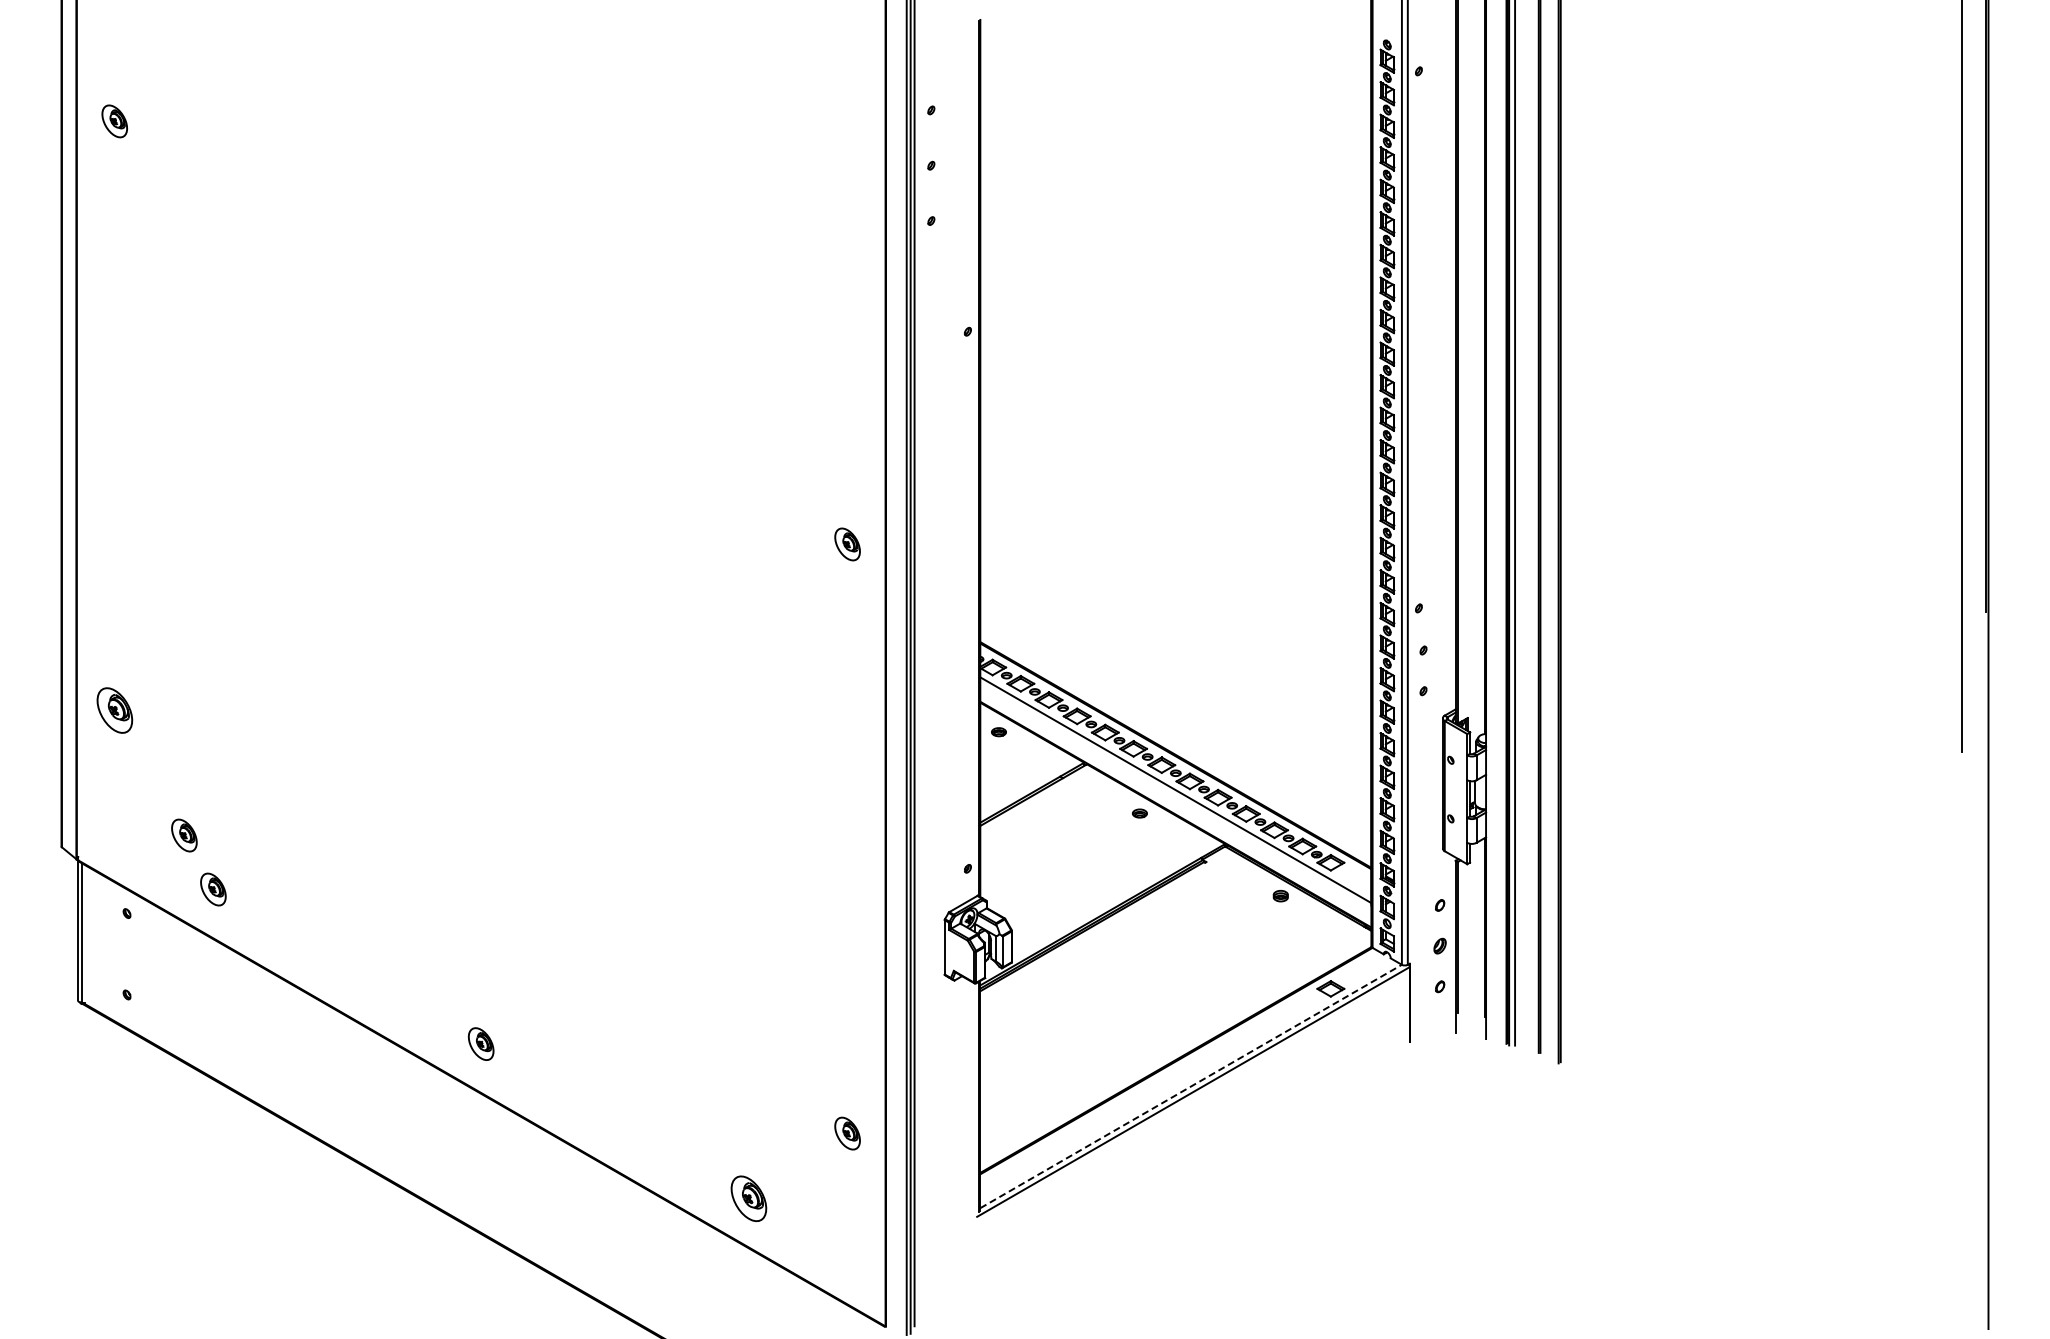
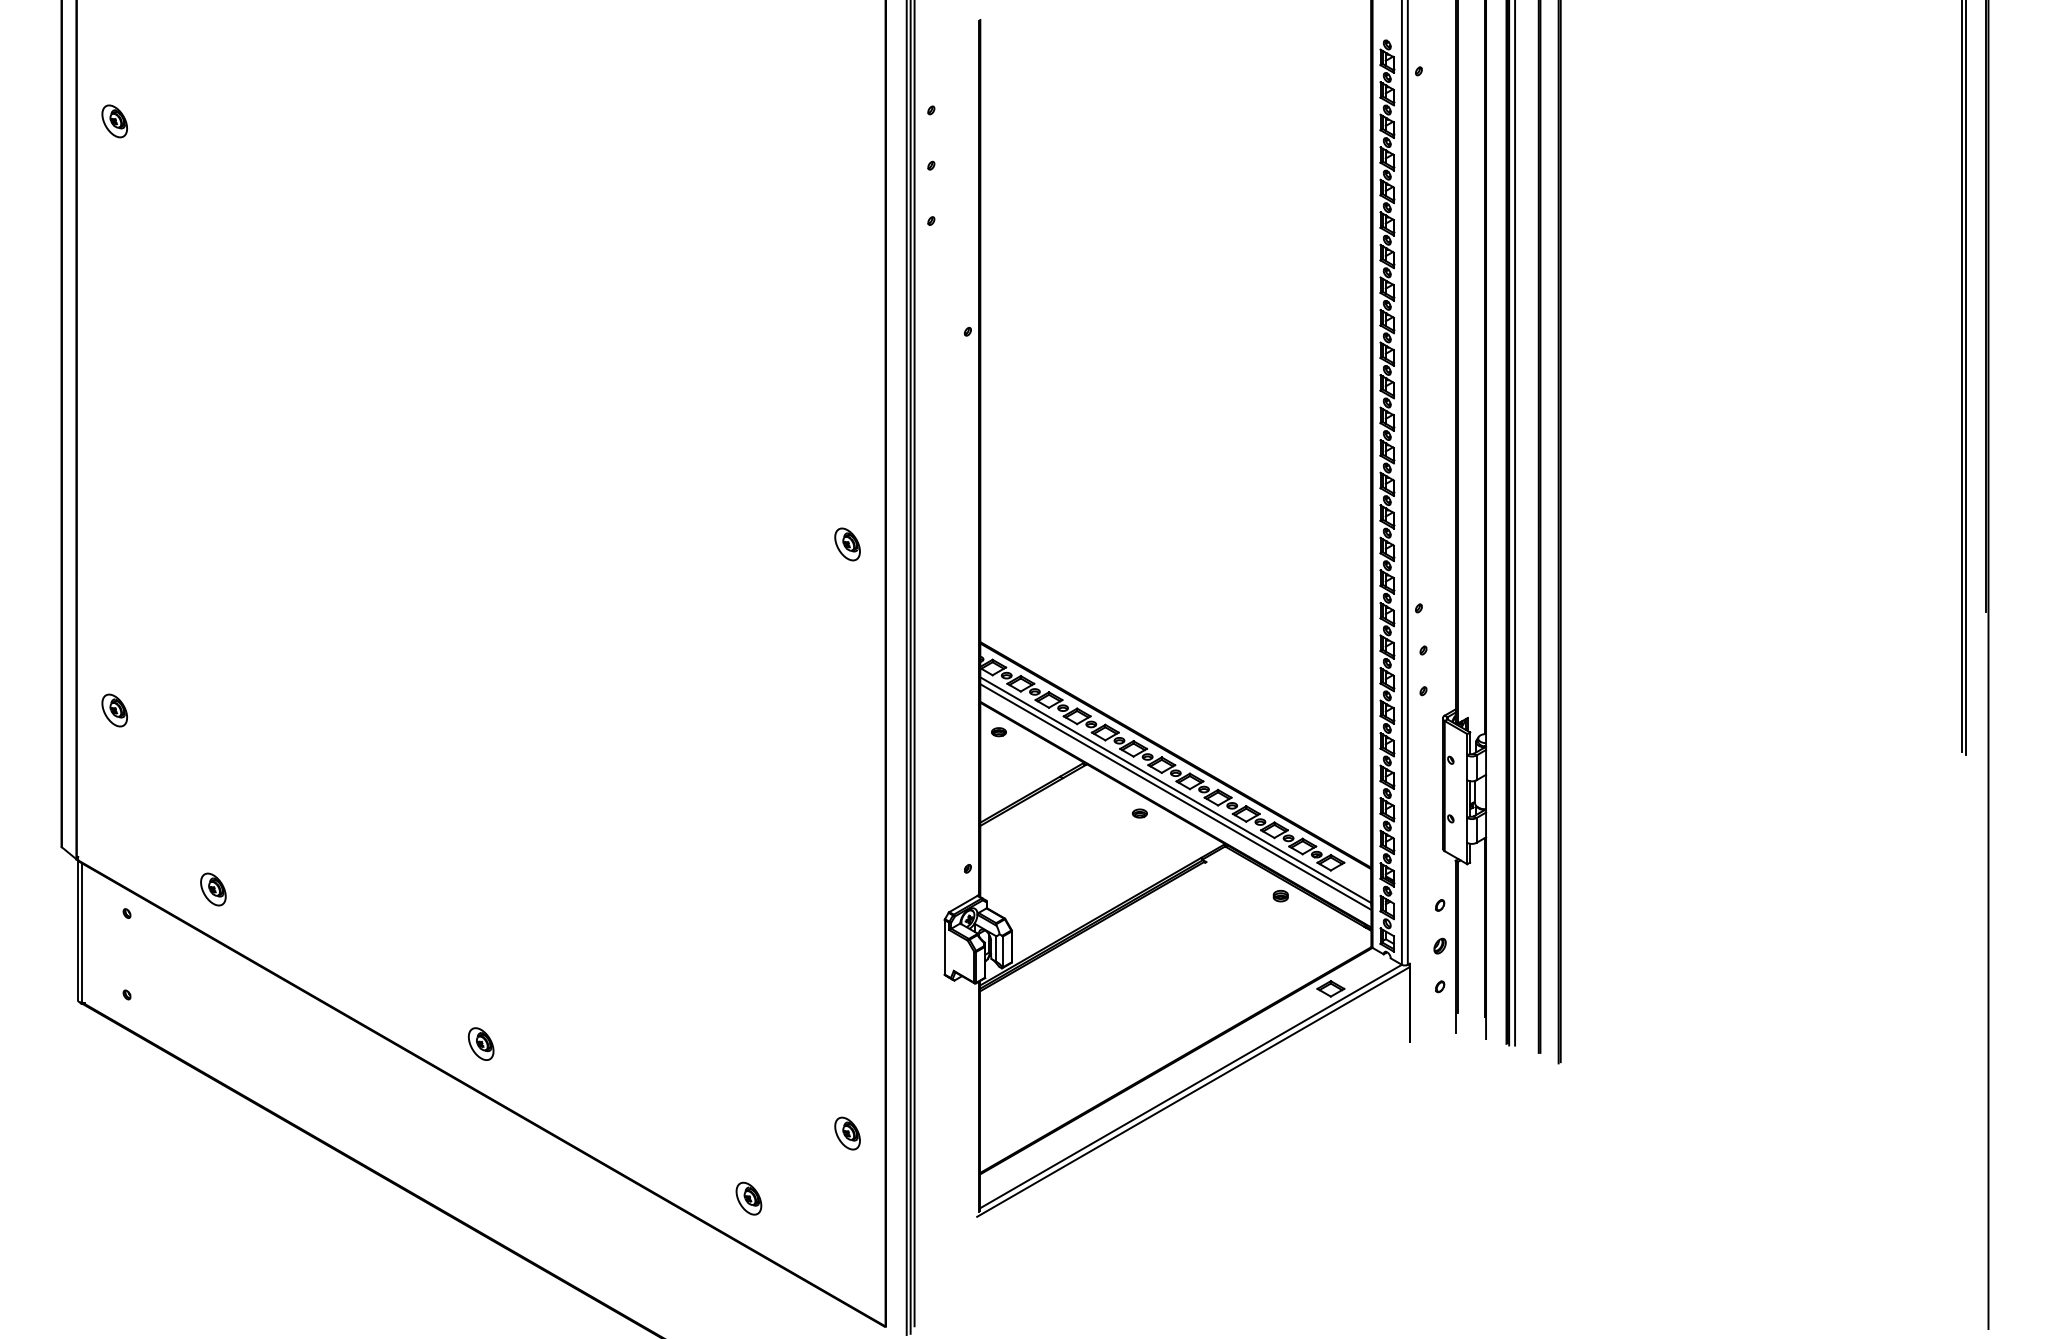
line at (1966, 378): none -> present
part at (114, 710) size: 38x47 px -> 27x35 px
line at (1175, 796): none -> present
part at (184, 835): present -> none
line at (1191, 1086): dashed -> solid
part at (748, 1198) size: 38x47 px -> 28x35 px
